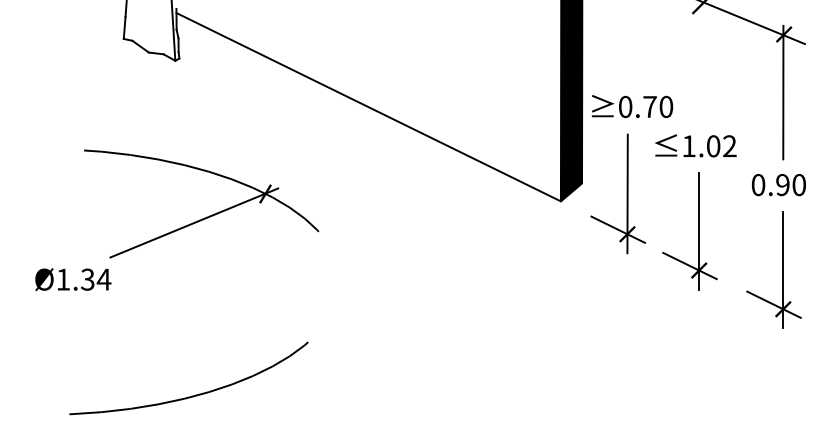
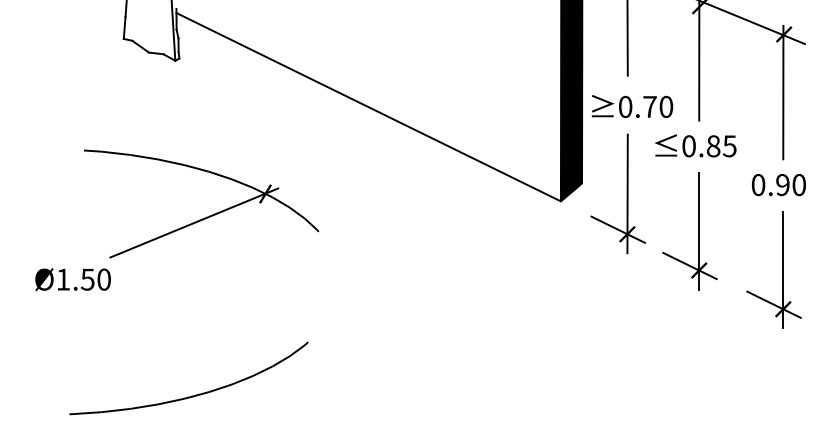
line at (627, 38): none -> present
line at (699, 61): none -> present
text at (709, 146): 1.02 -> 0.85
text at (96, 279): Ø1.34 -> Ø1.50
